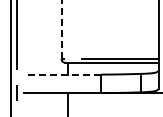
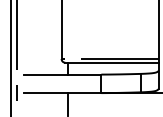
line at (61, 29): dashed -> solid
line at (62, 74): dashed -> solid
